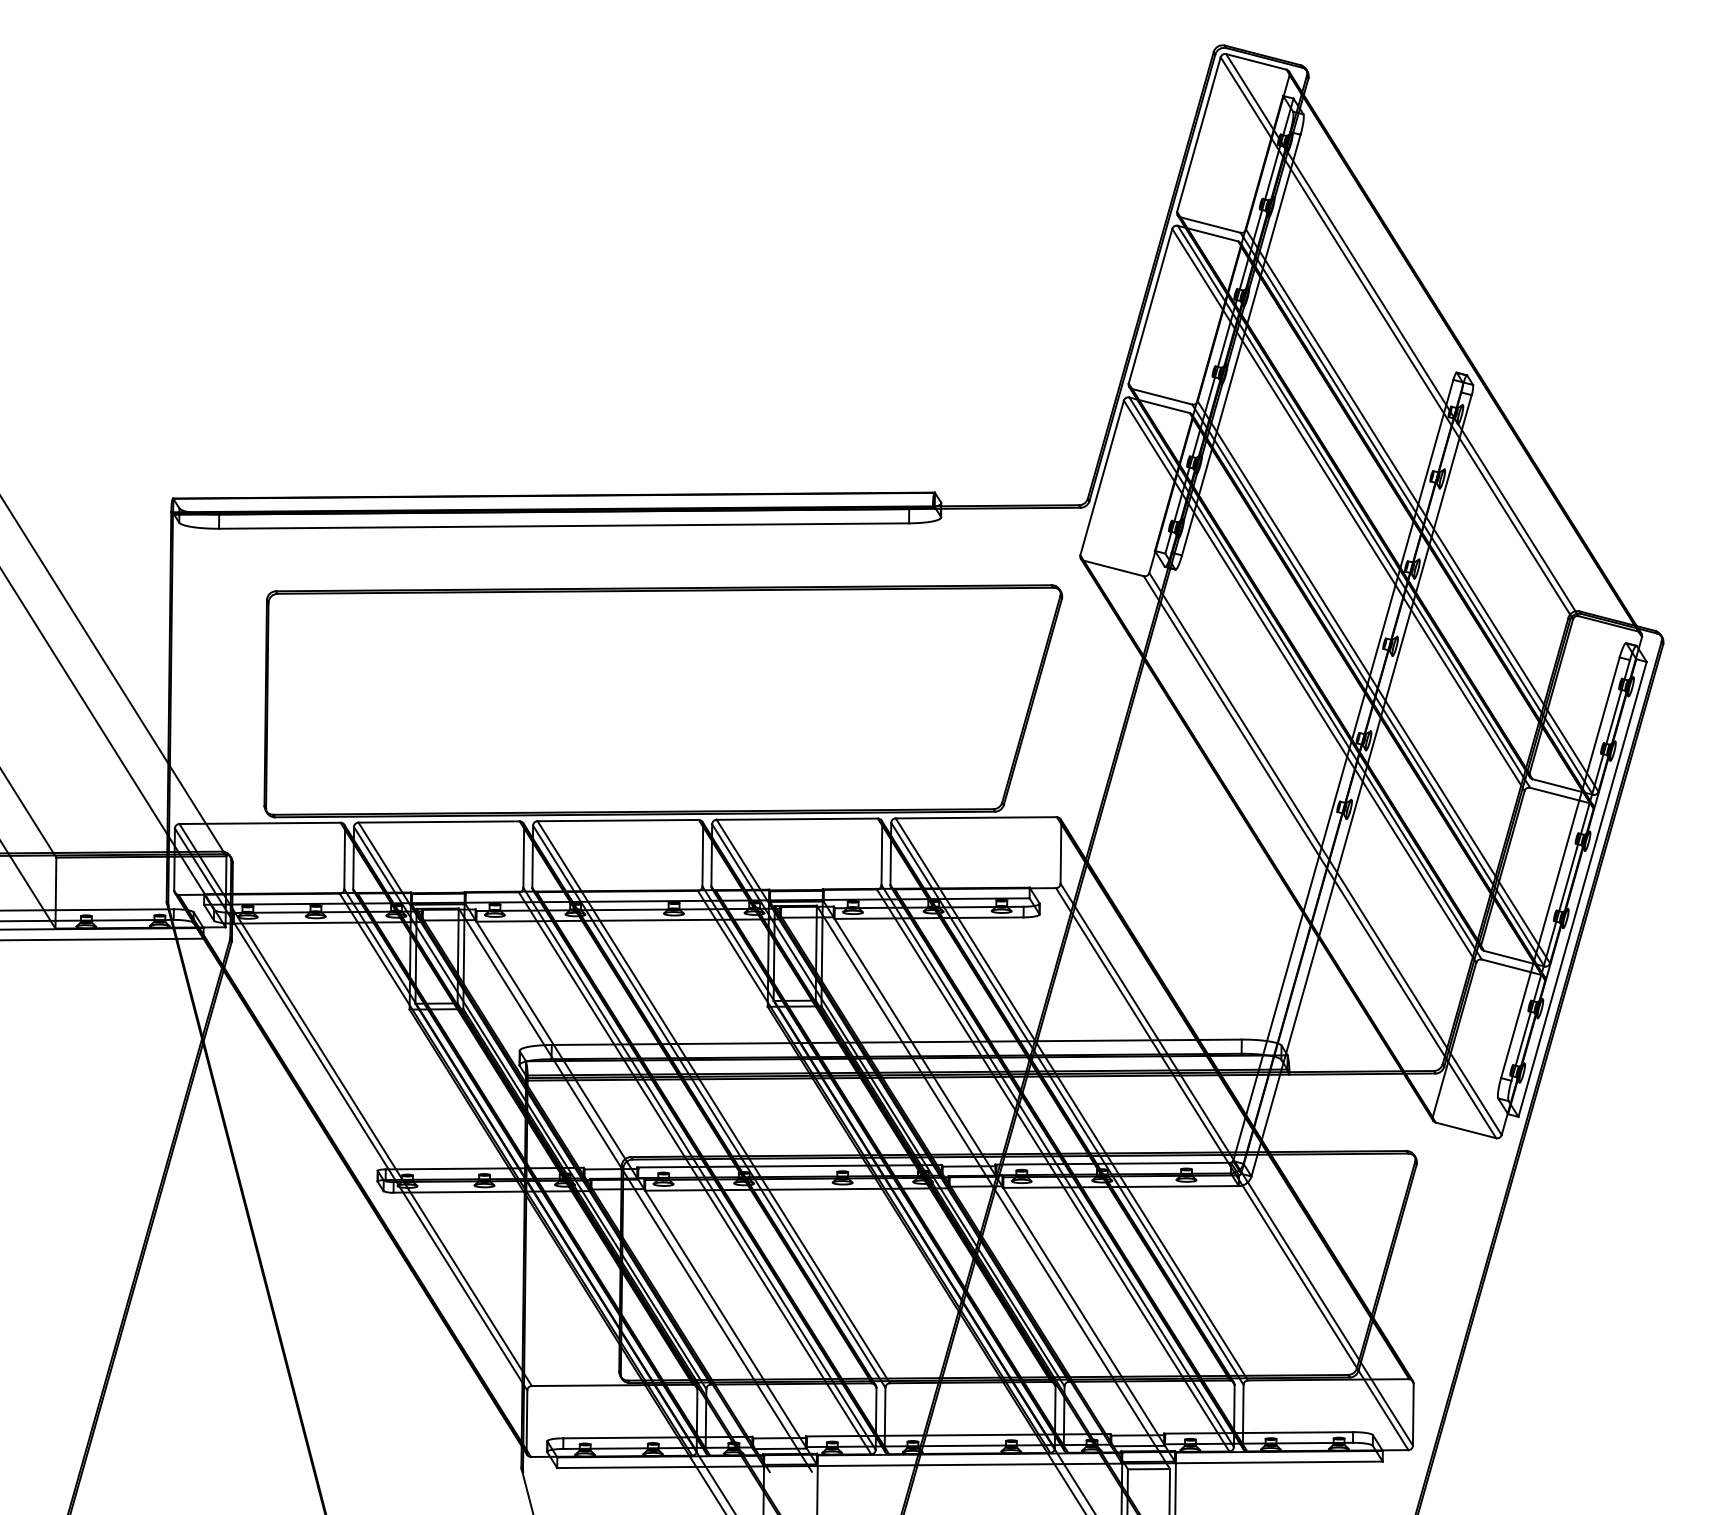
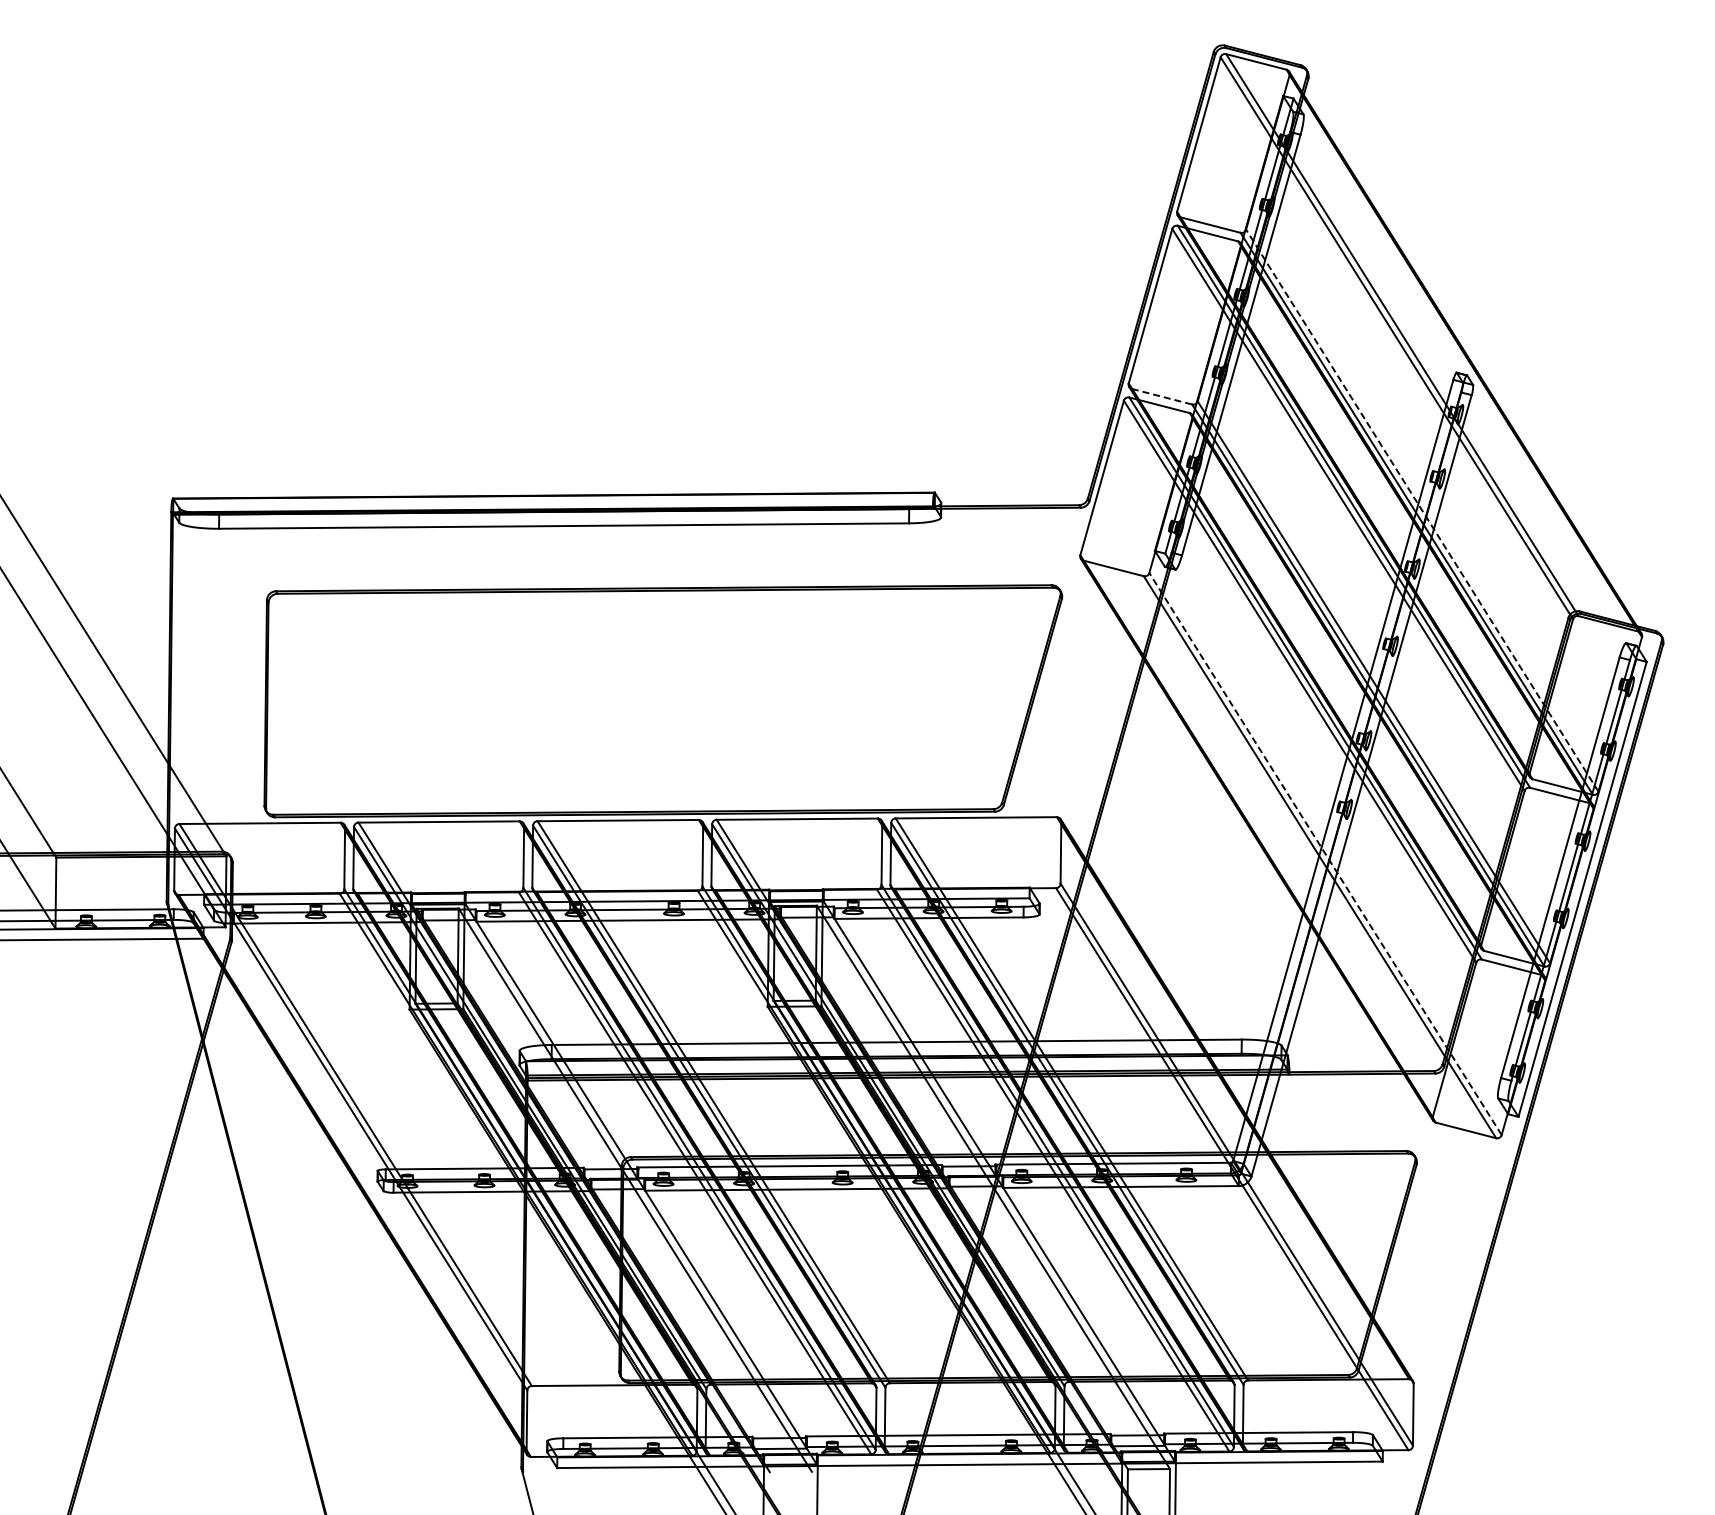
line at (1162, 396): solid -> dashed
line at (1422, 510): solid -> dashed
line at (1325, 854): solid -> dashed
